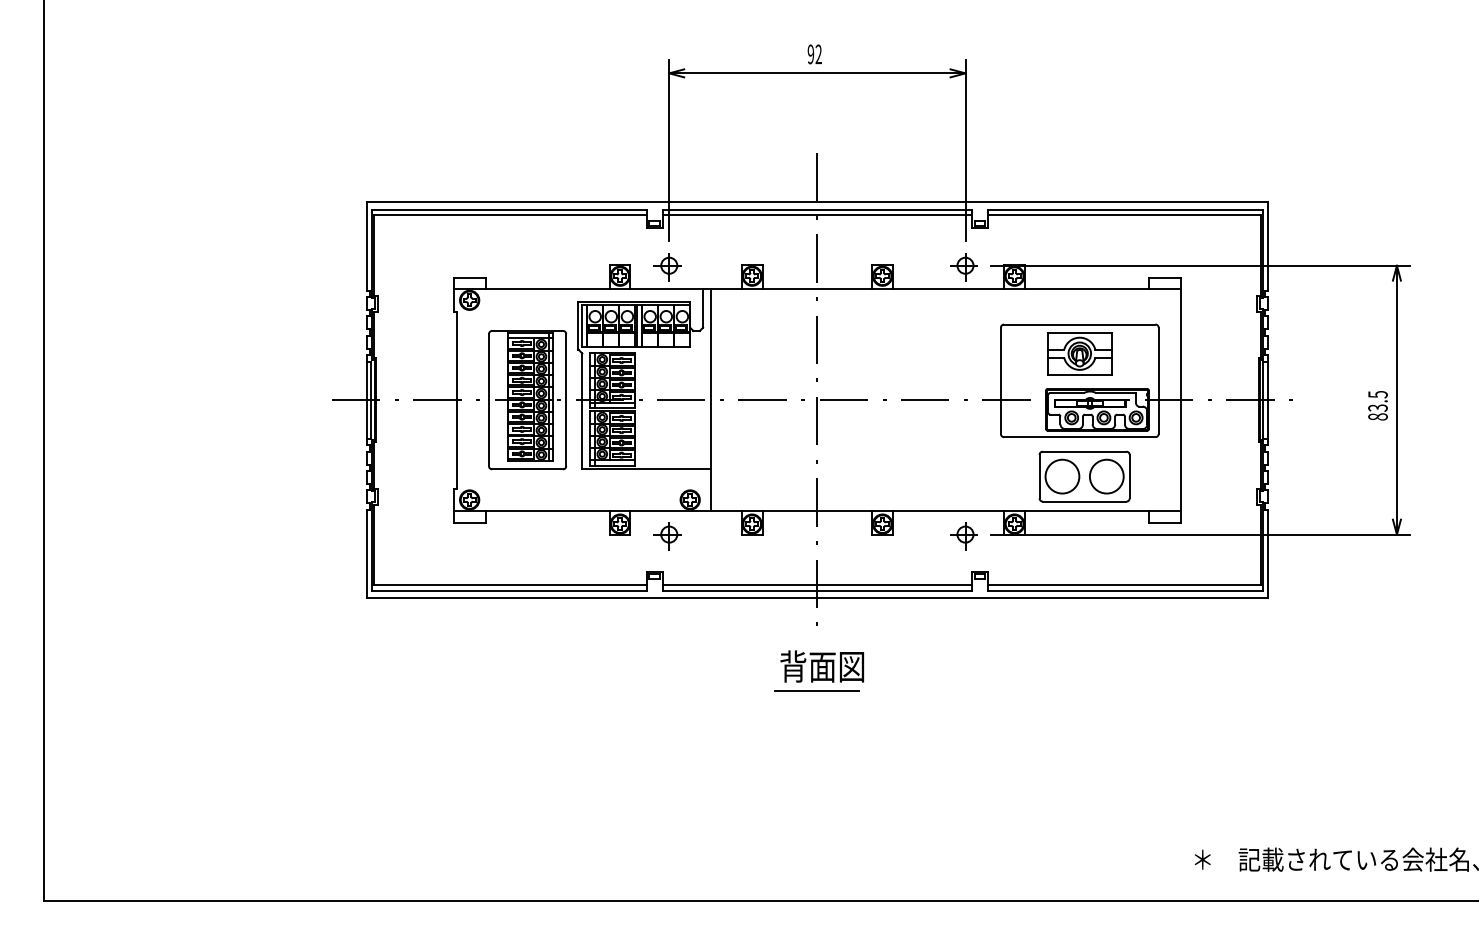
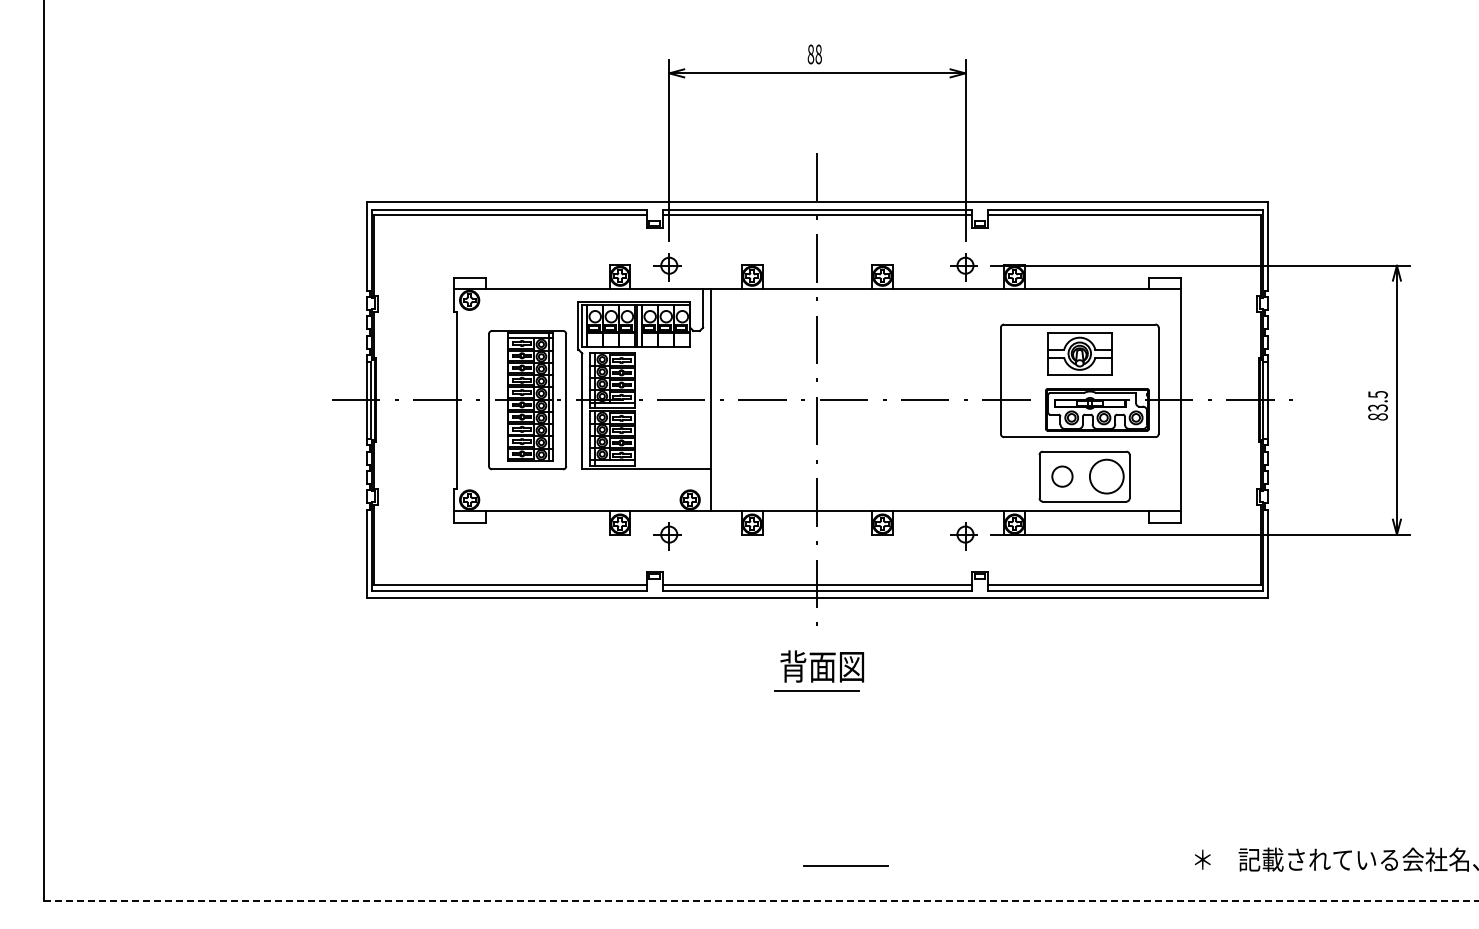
text at (814, 54): 92 -> 88
circle at (1062, 476) diameter: 34 px -> 20 px
line at (845, 865): none -> present
line at (761, 901): solid -> dashed
